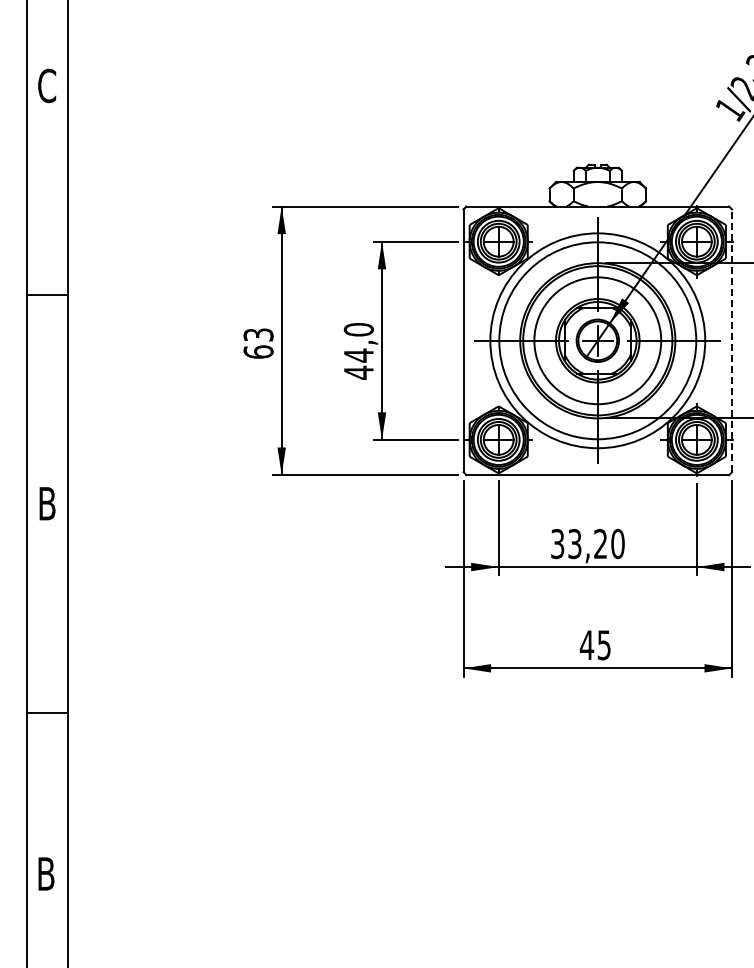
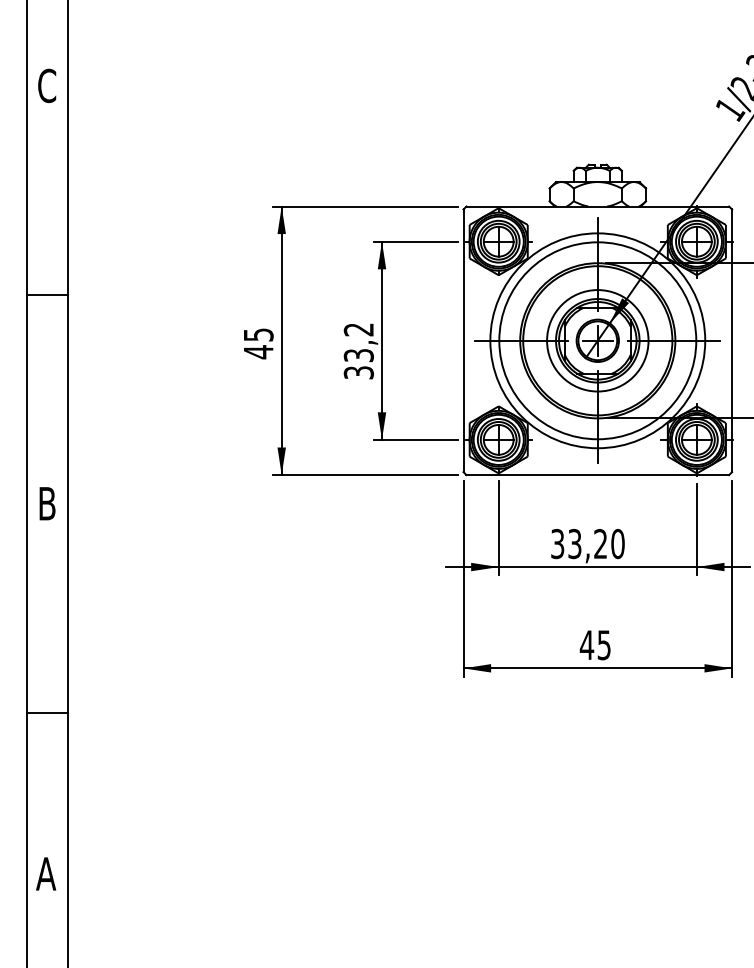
circle at (597, 340) diameter: 127 px -> 101 px
line at (732, 340): dashed -> solid
text at (258, 343): 63 -> 45
text at (358, 351): 44,0 -> 33,2
text at (46, 873): B -> A
